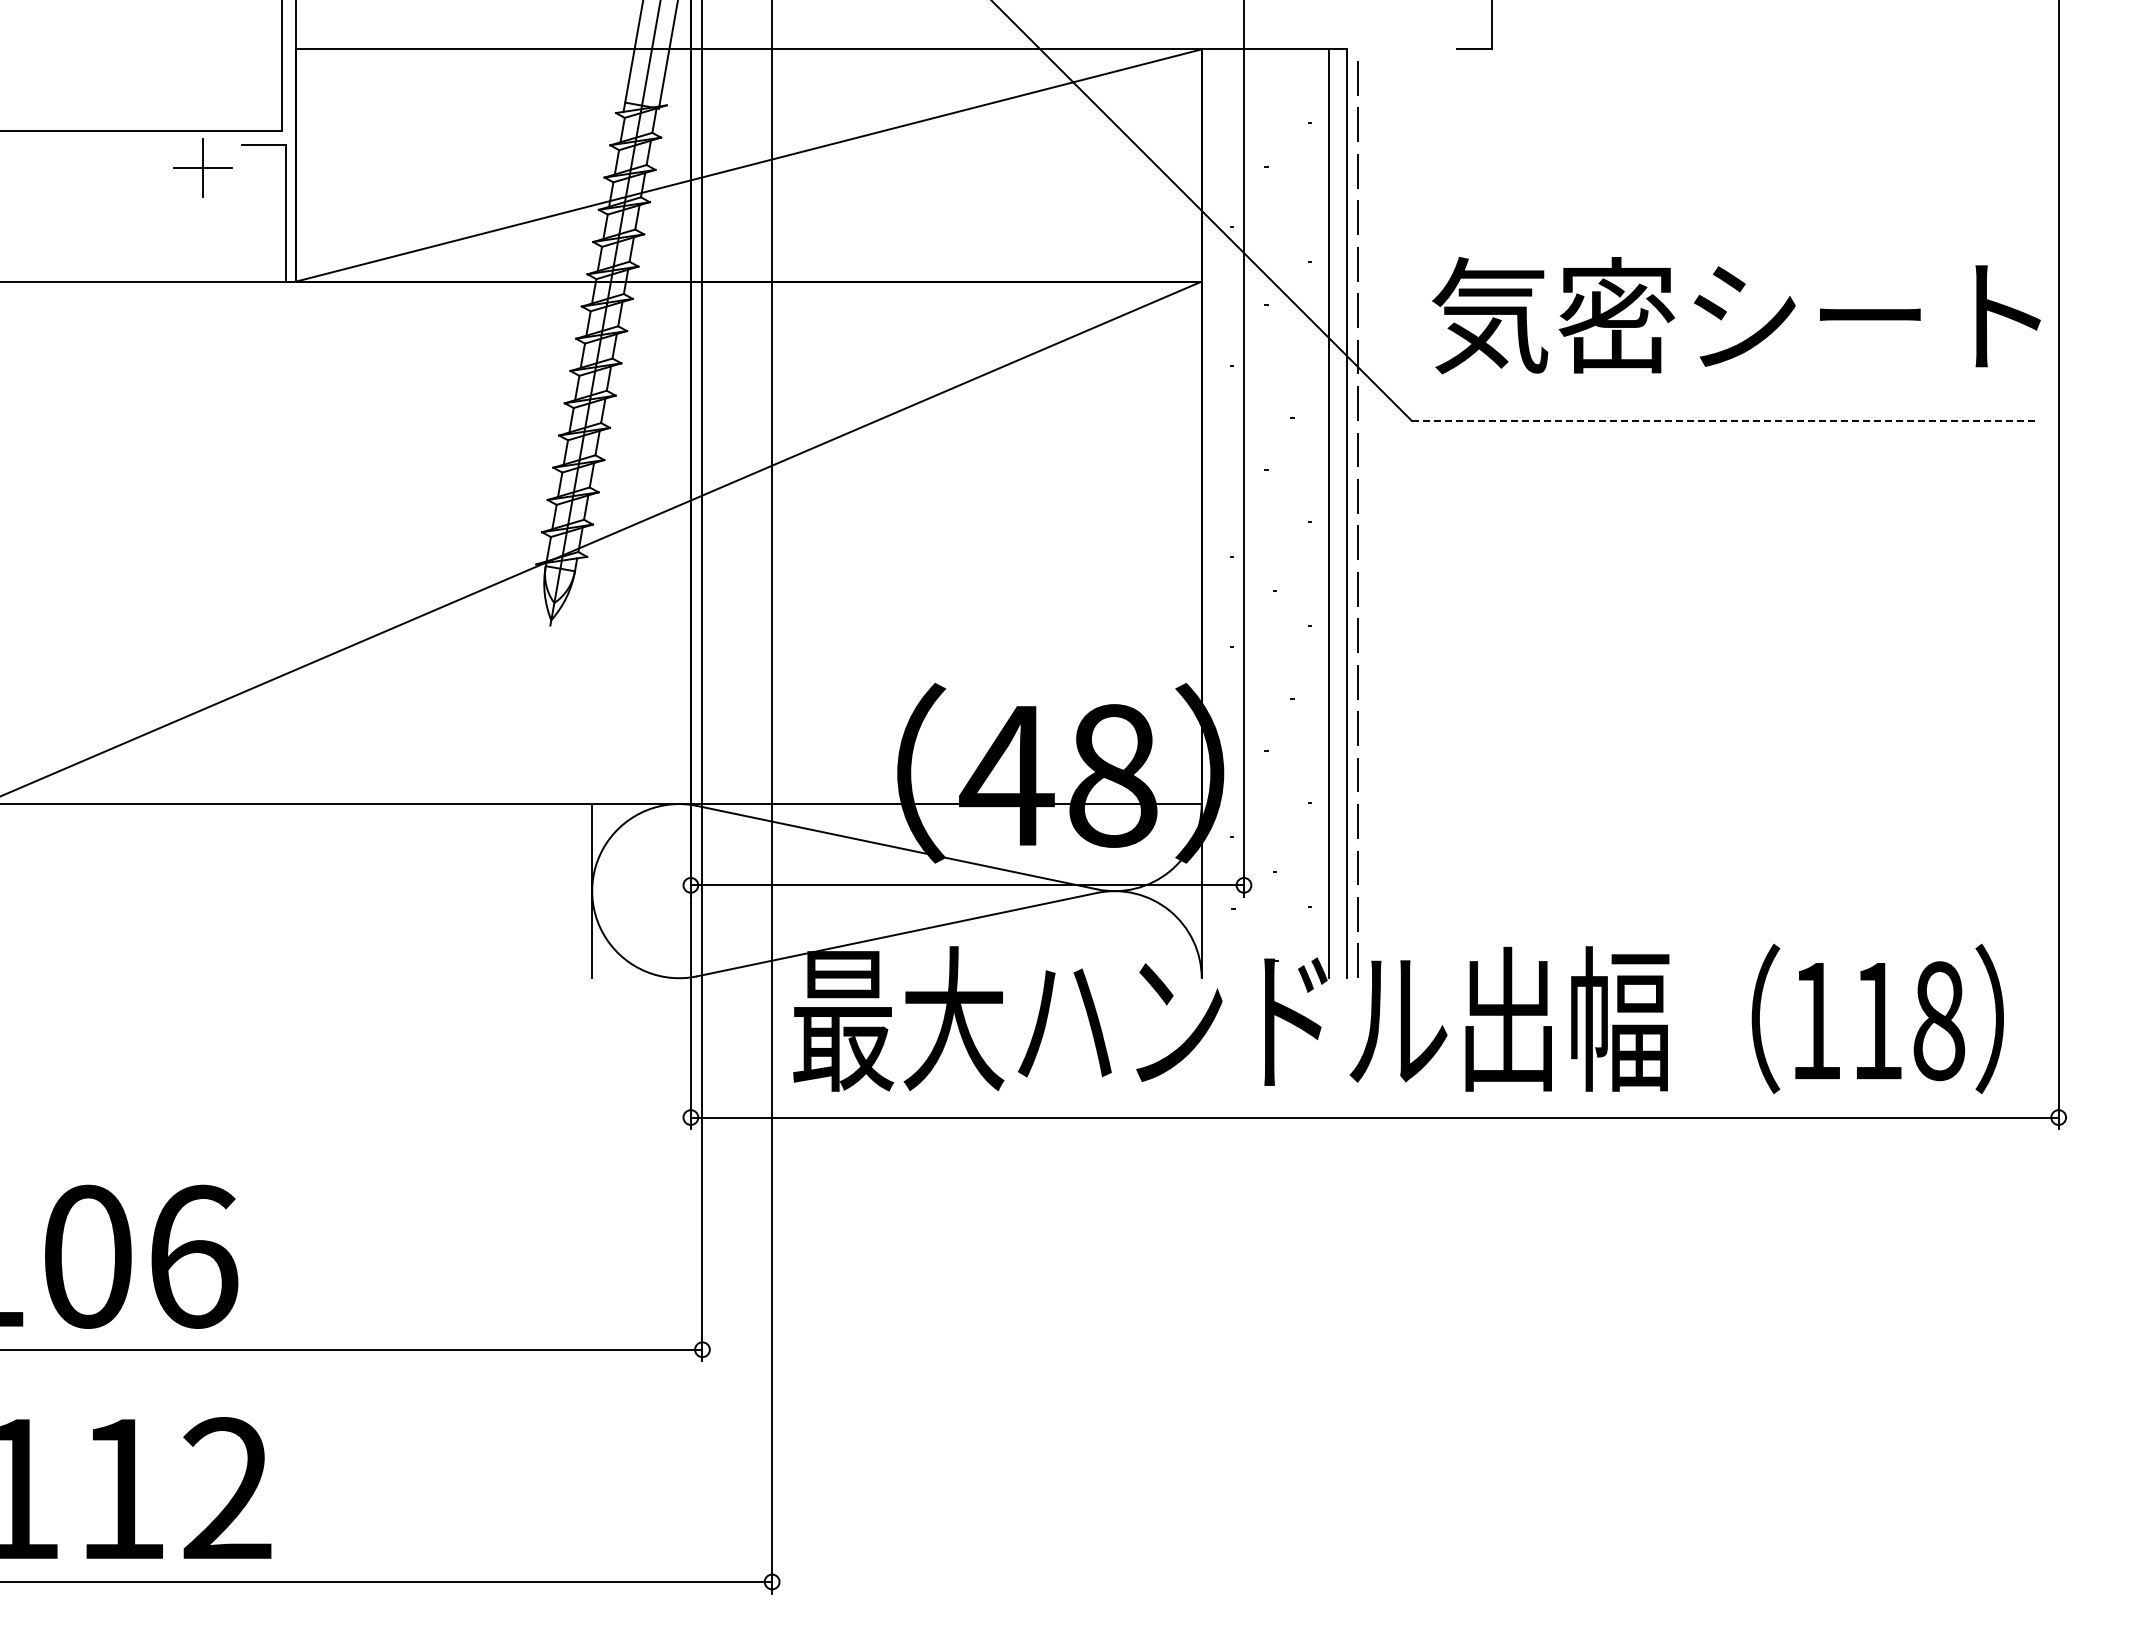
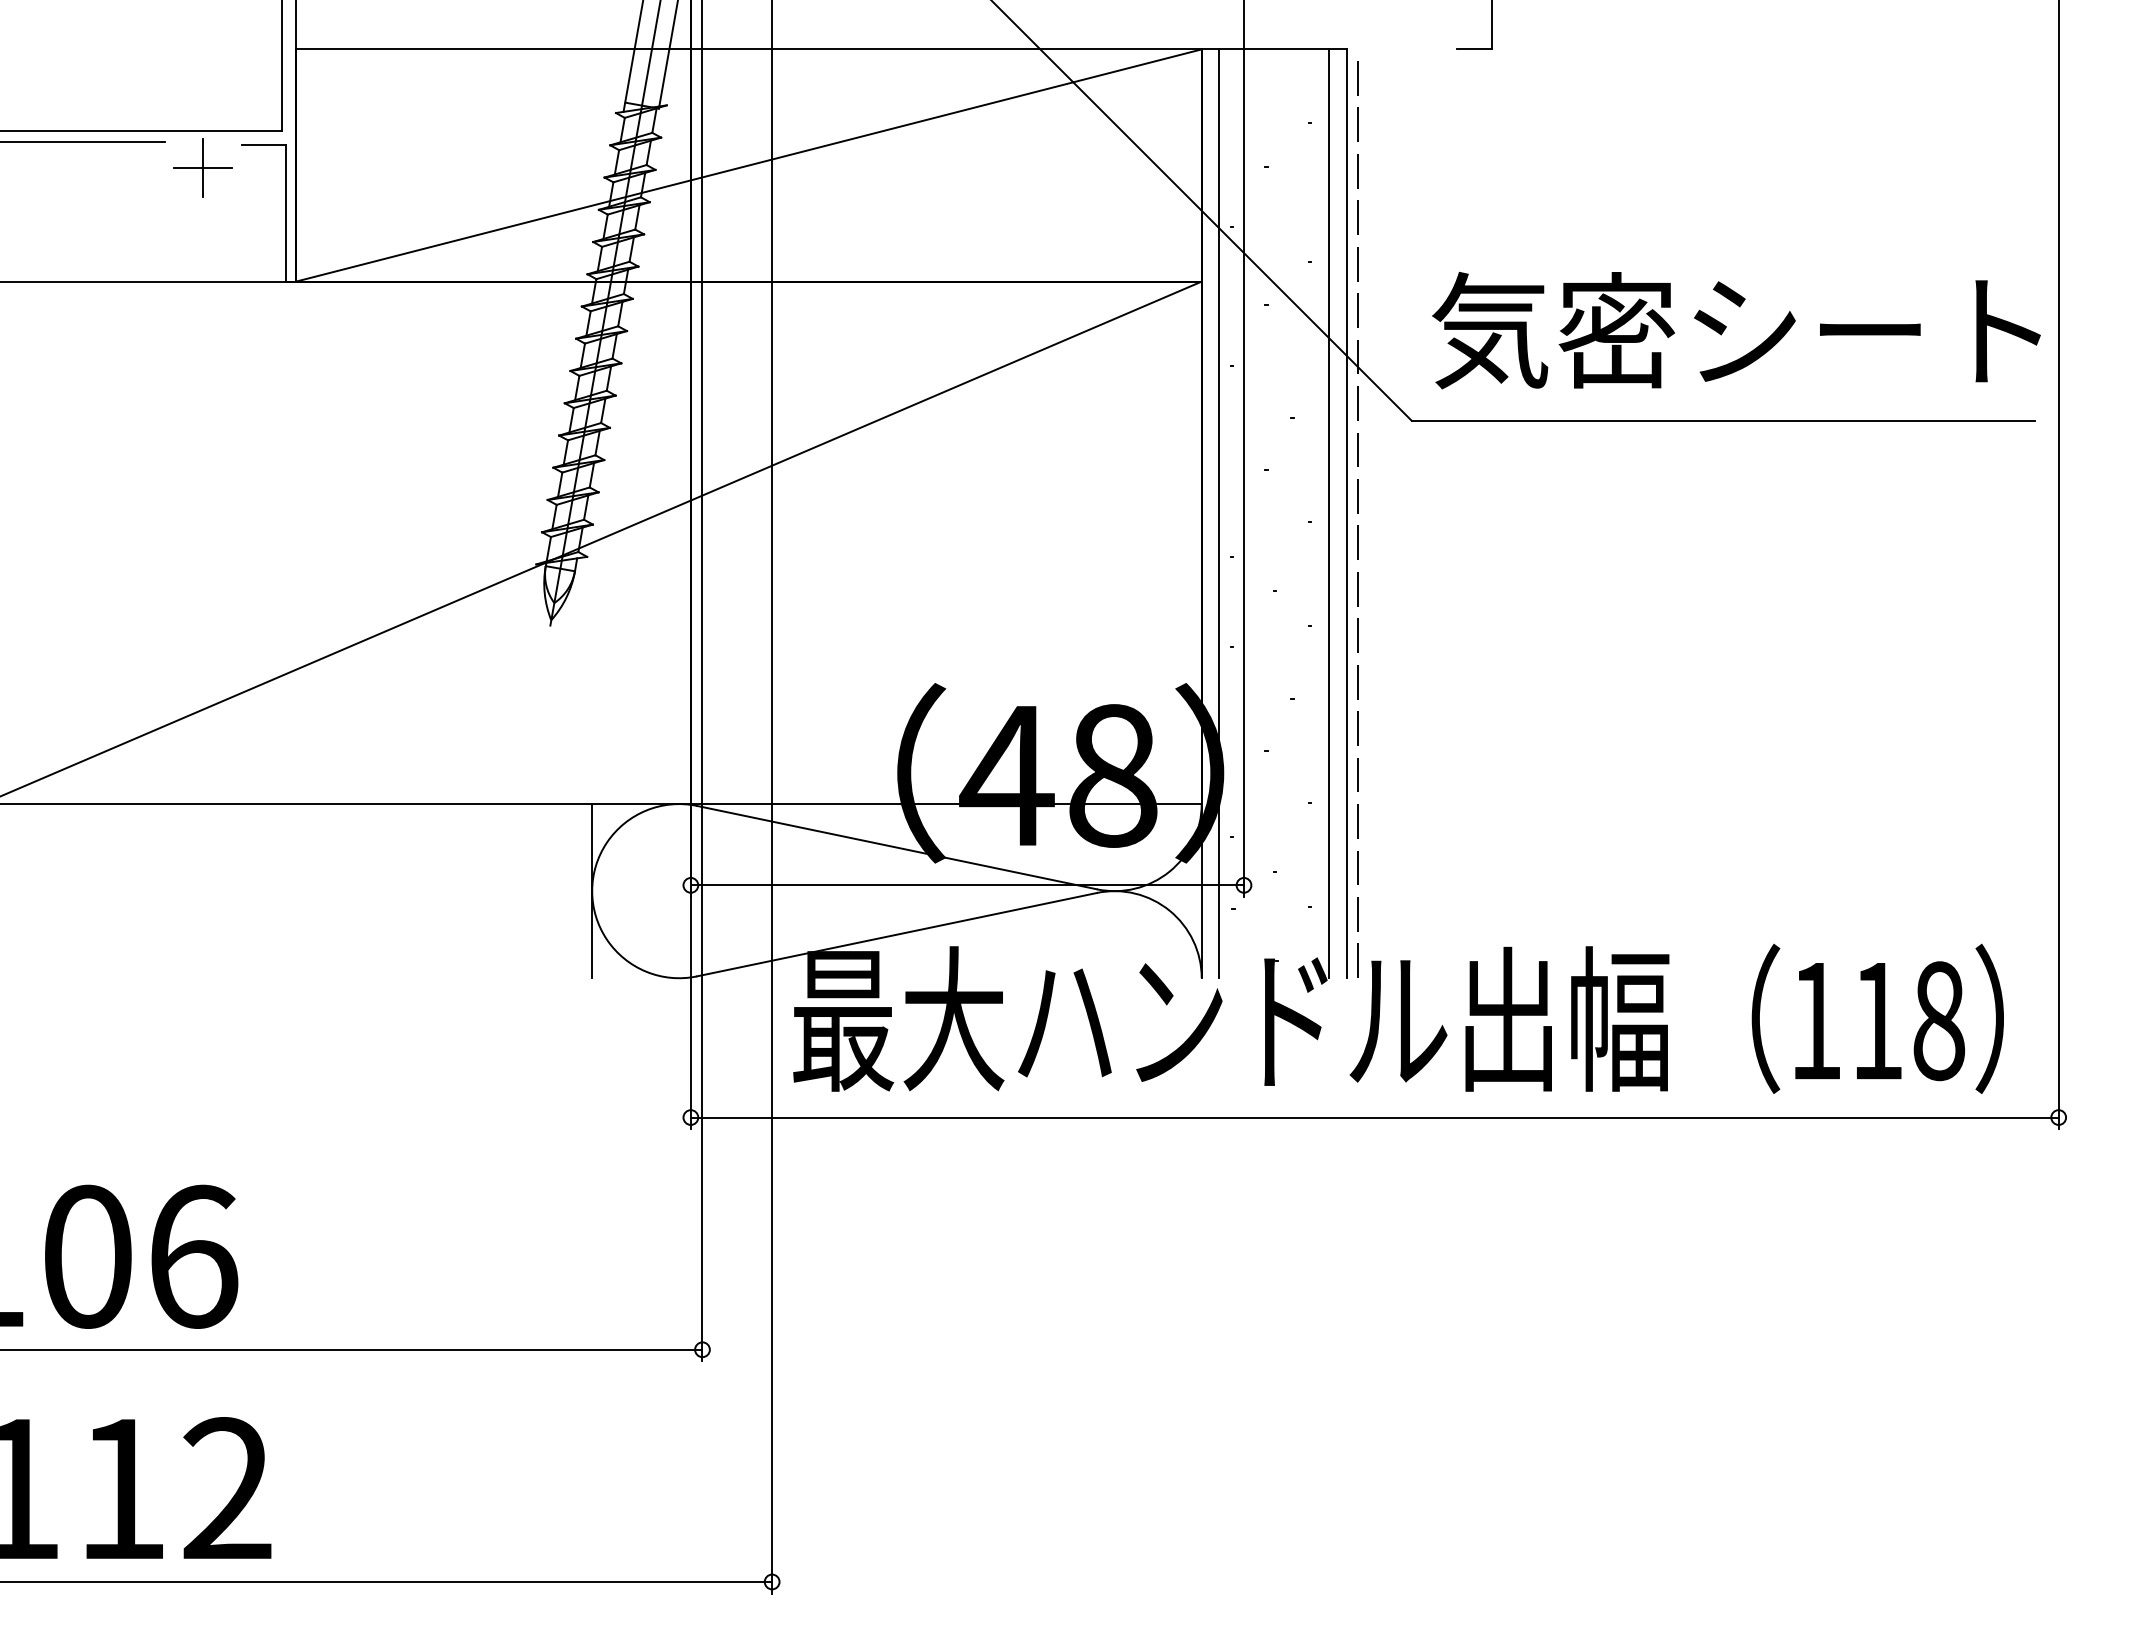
line at (83, 142): none -> present
text at (1736, 315) position: (1736, 315) -> (1736, 330)
line at (1723, 420): dashed -> solid
line at (1219, 513): none -> present
